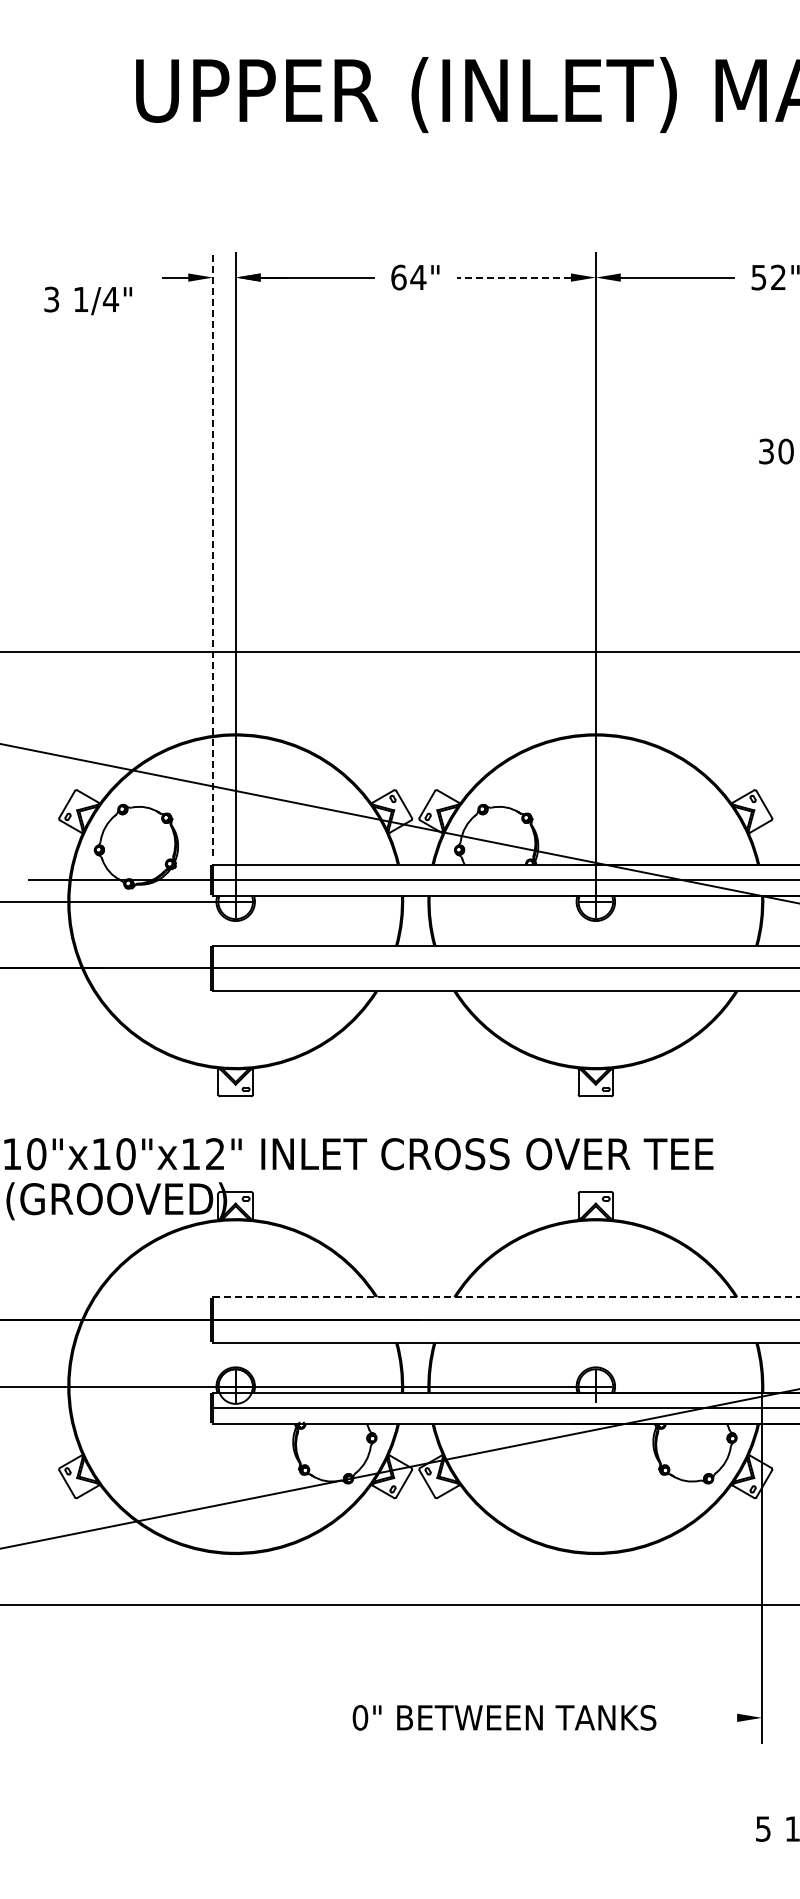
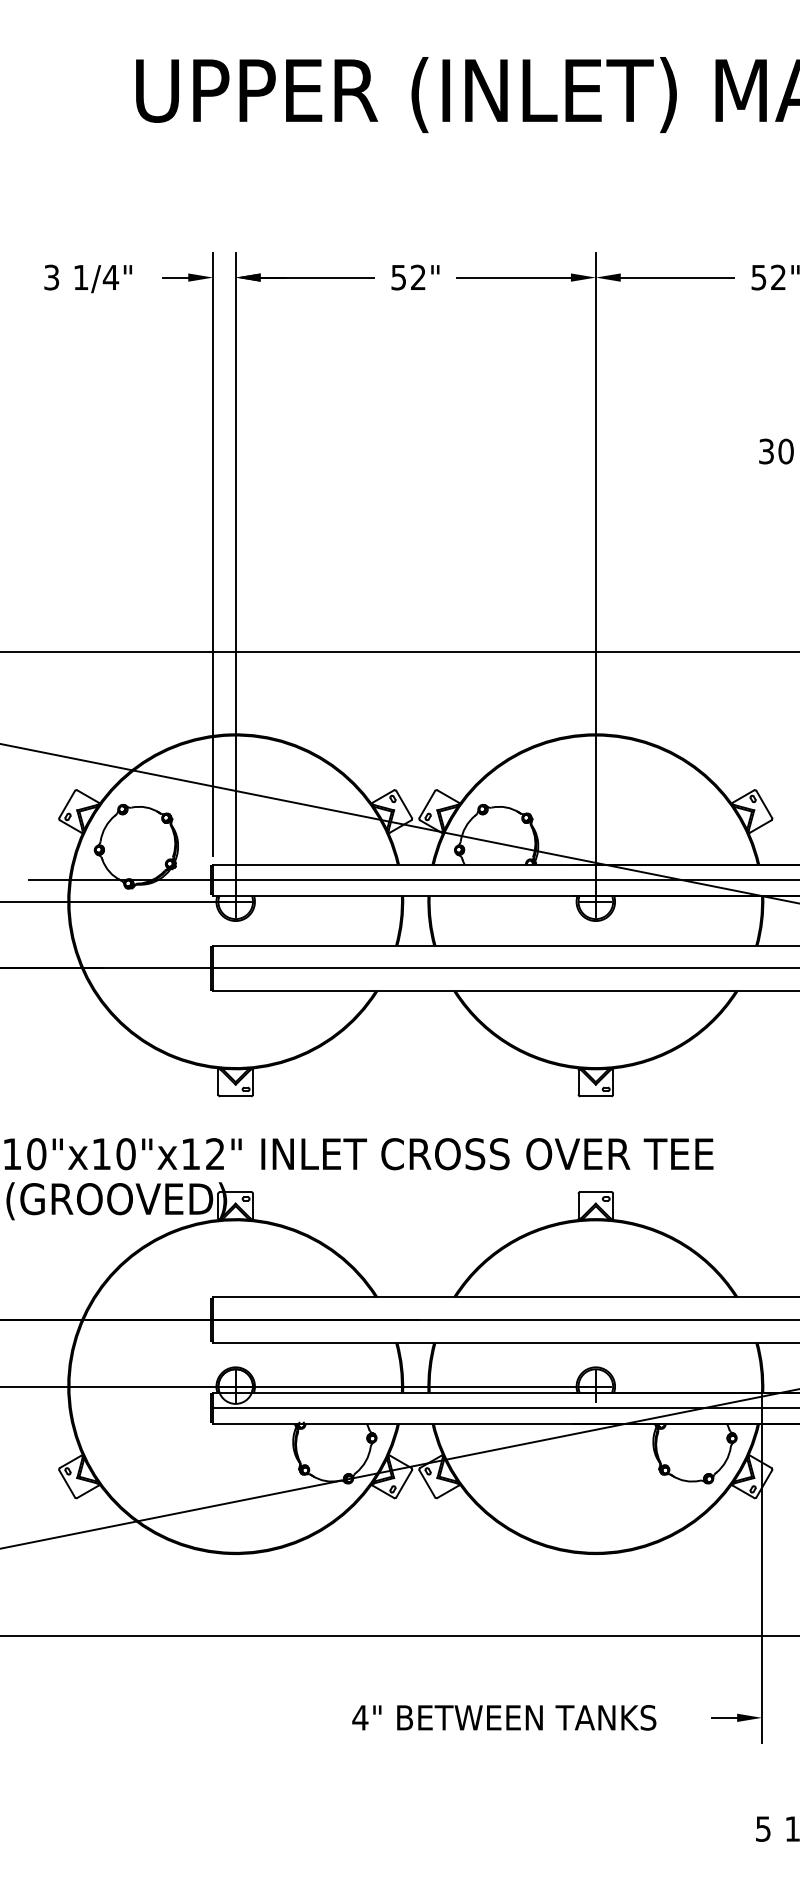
text at (408, 277): 64" -> 52"
line at (514, 277): dashed -> solid
text at (87, 300) position: (87, 300) -> (87, 278)
line at (213, 554): dashed -> solid
line at (506, 1296): dashed -> solid
line at (399, 1604) position: (399, 1604) -> (399, 1635)
text at (360, 1717): 0" -> 4"
line at (724, 1717): none -> present
